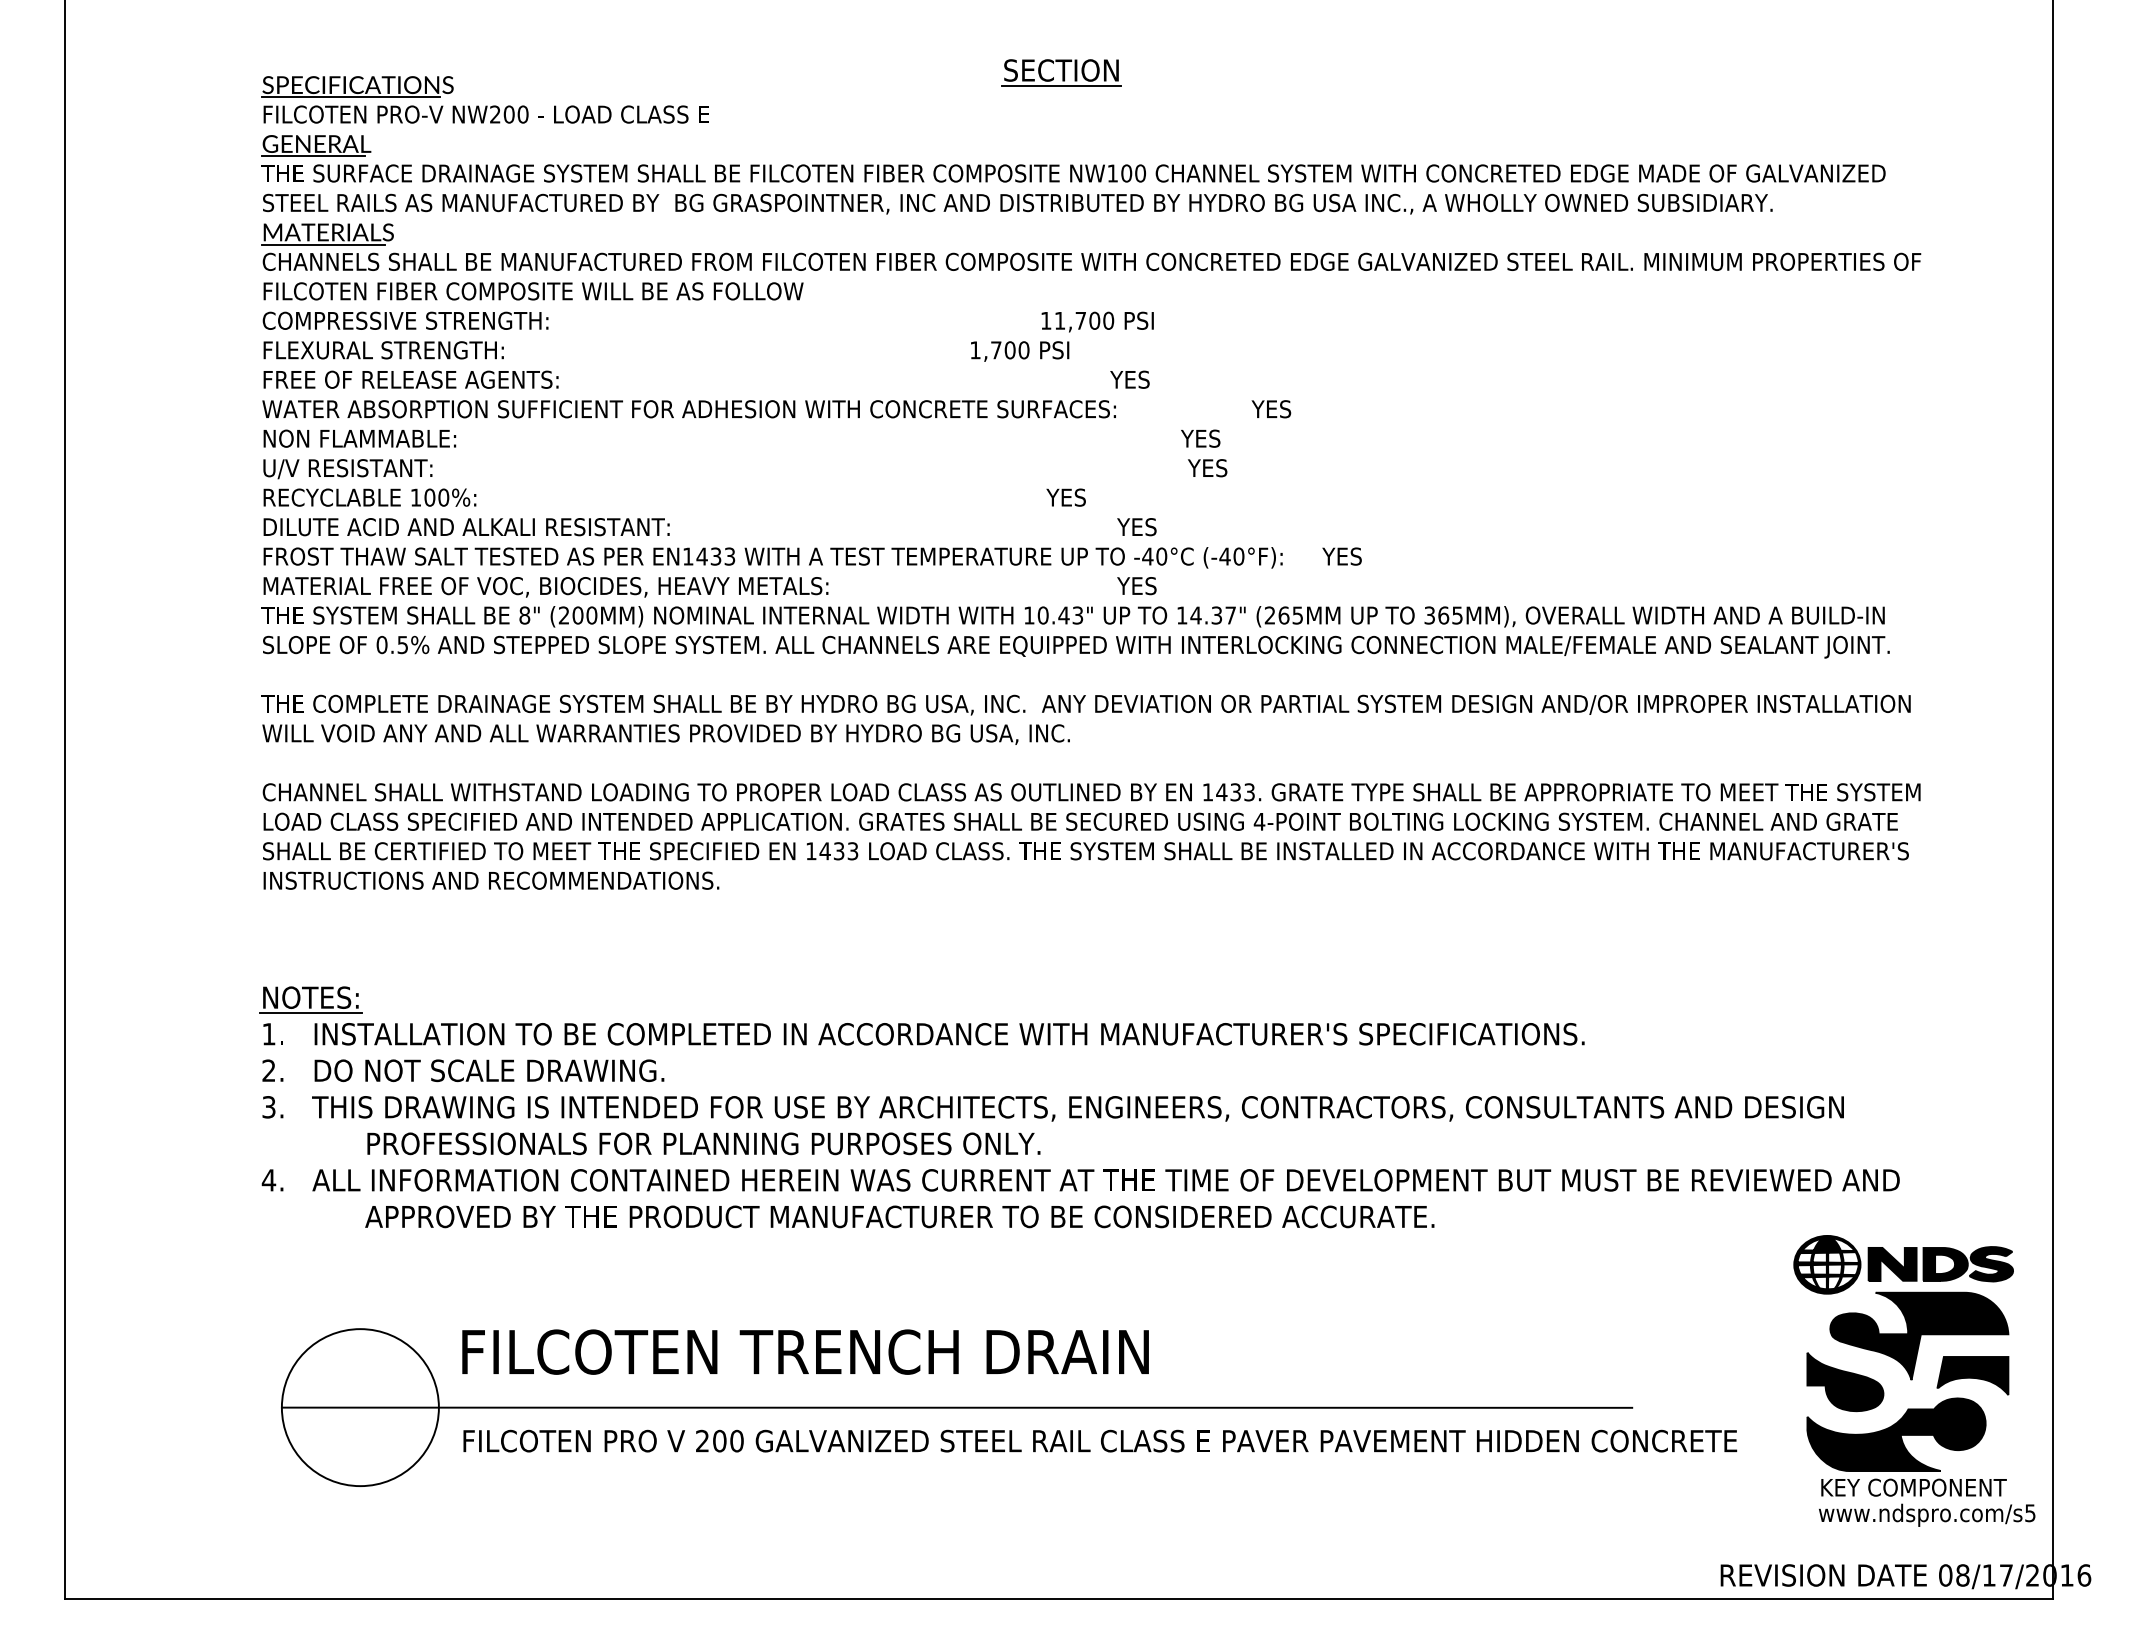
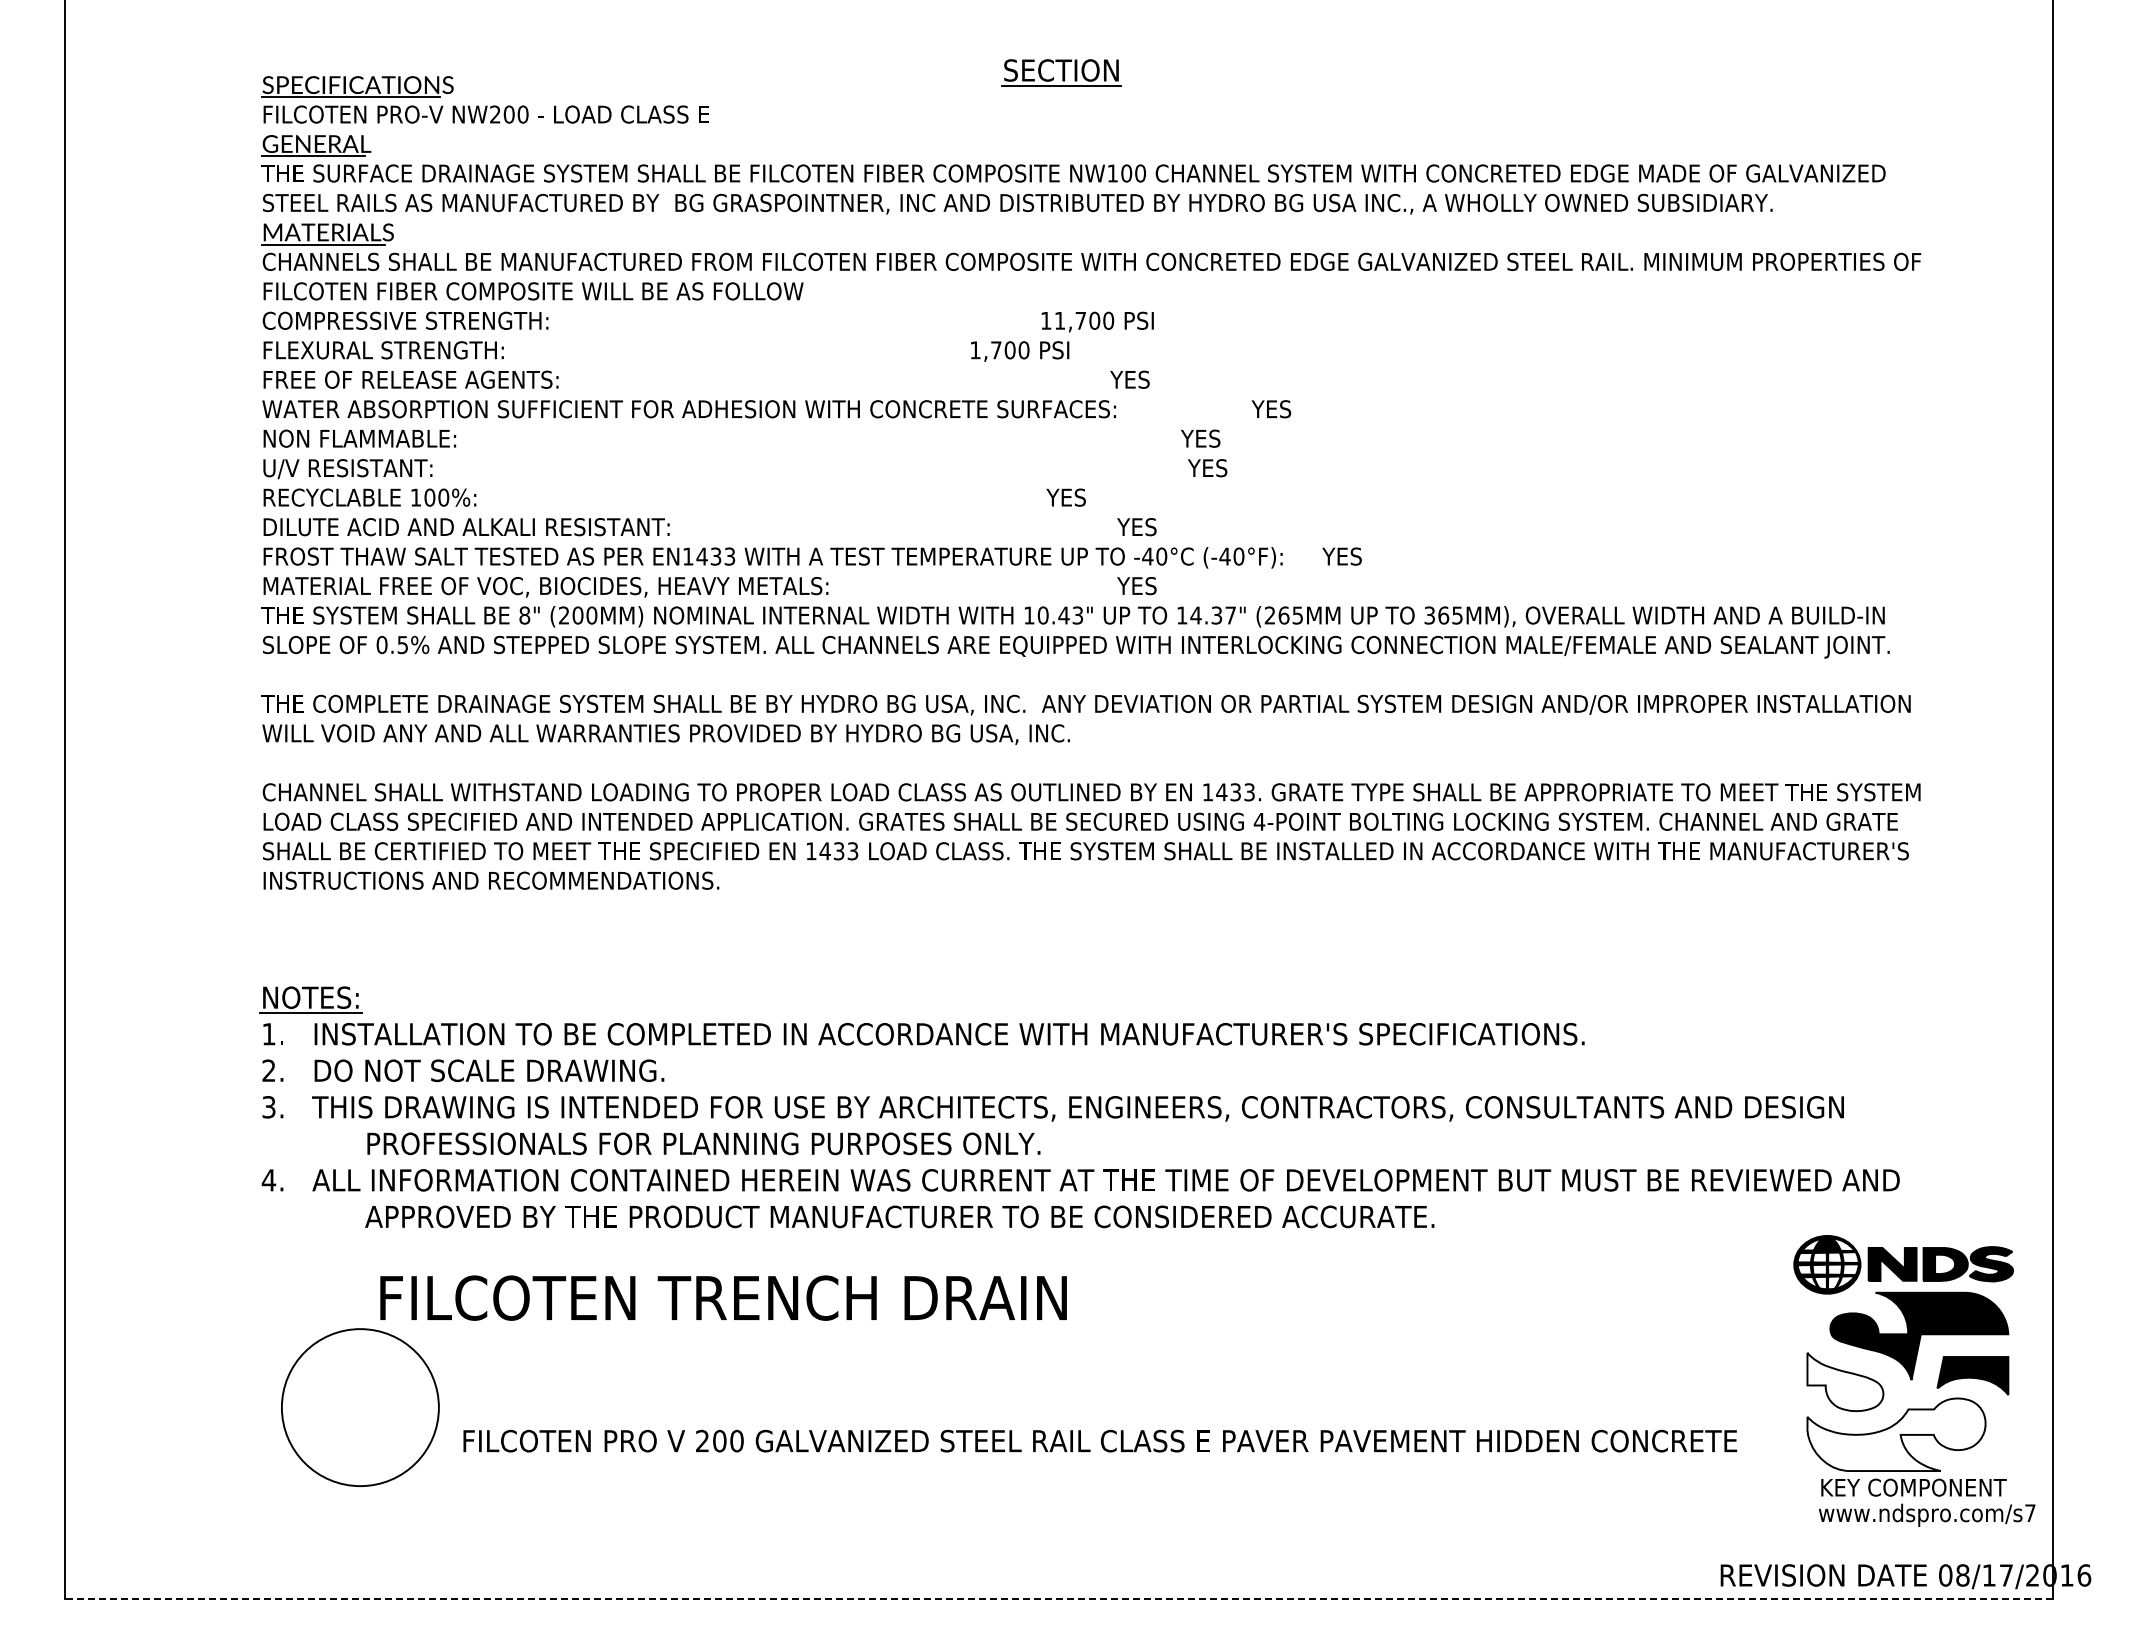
text at (805, 1351) position: (805, 1351) -> (723, 1297)
fill at (1845, 1381): present -> none
line at (956, 1407): present -> none
fill at (1896, 1434): present -> none
text at (2030, 1513): www.ndspro.com/s5 -> www.ndspro.com/s7
line at (1058, 1598): solid -> dashed
